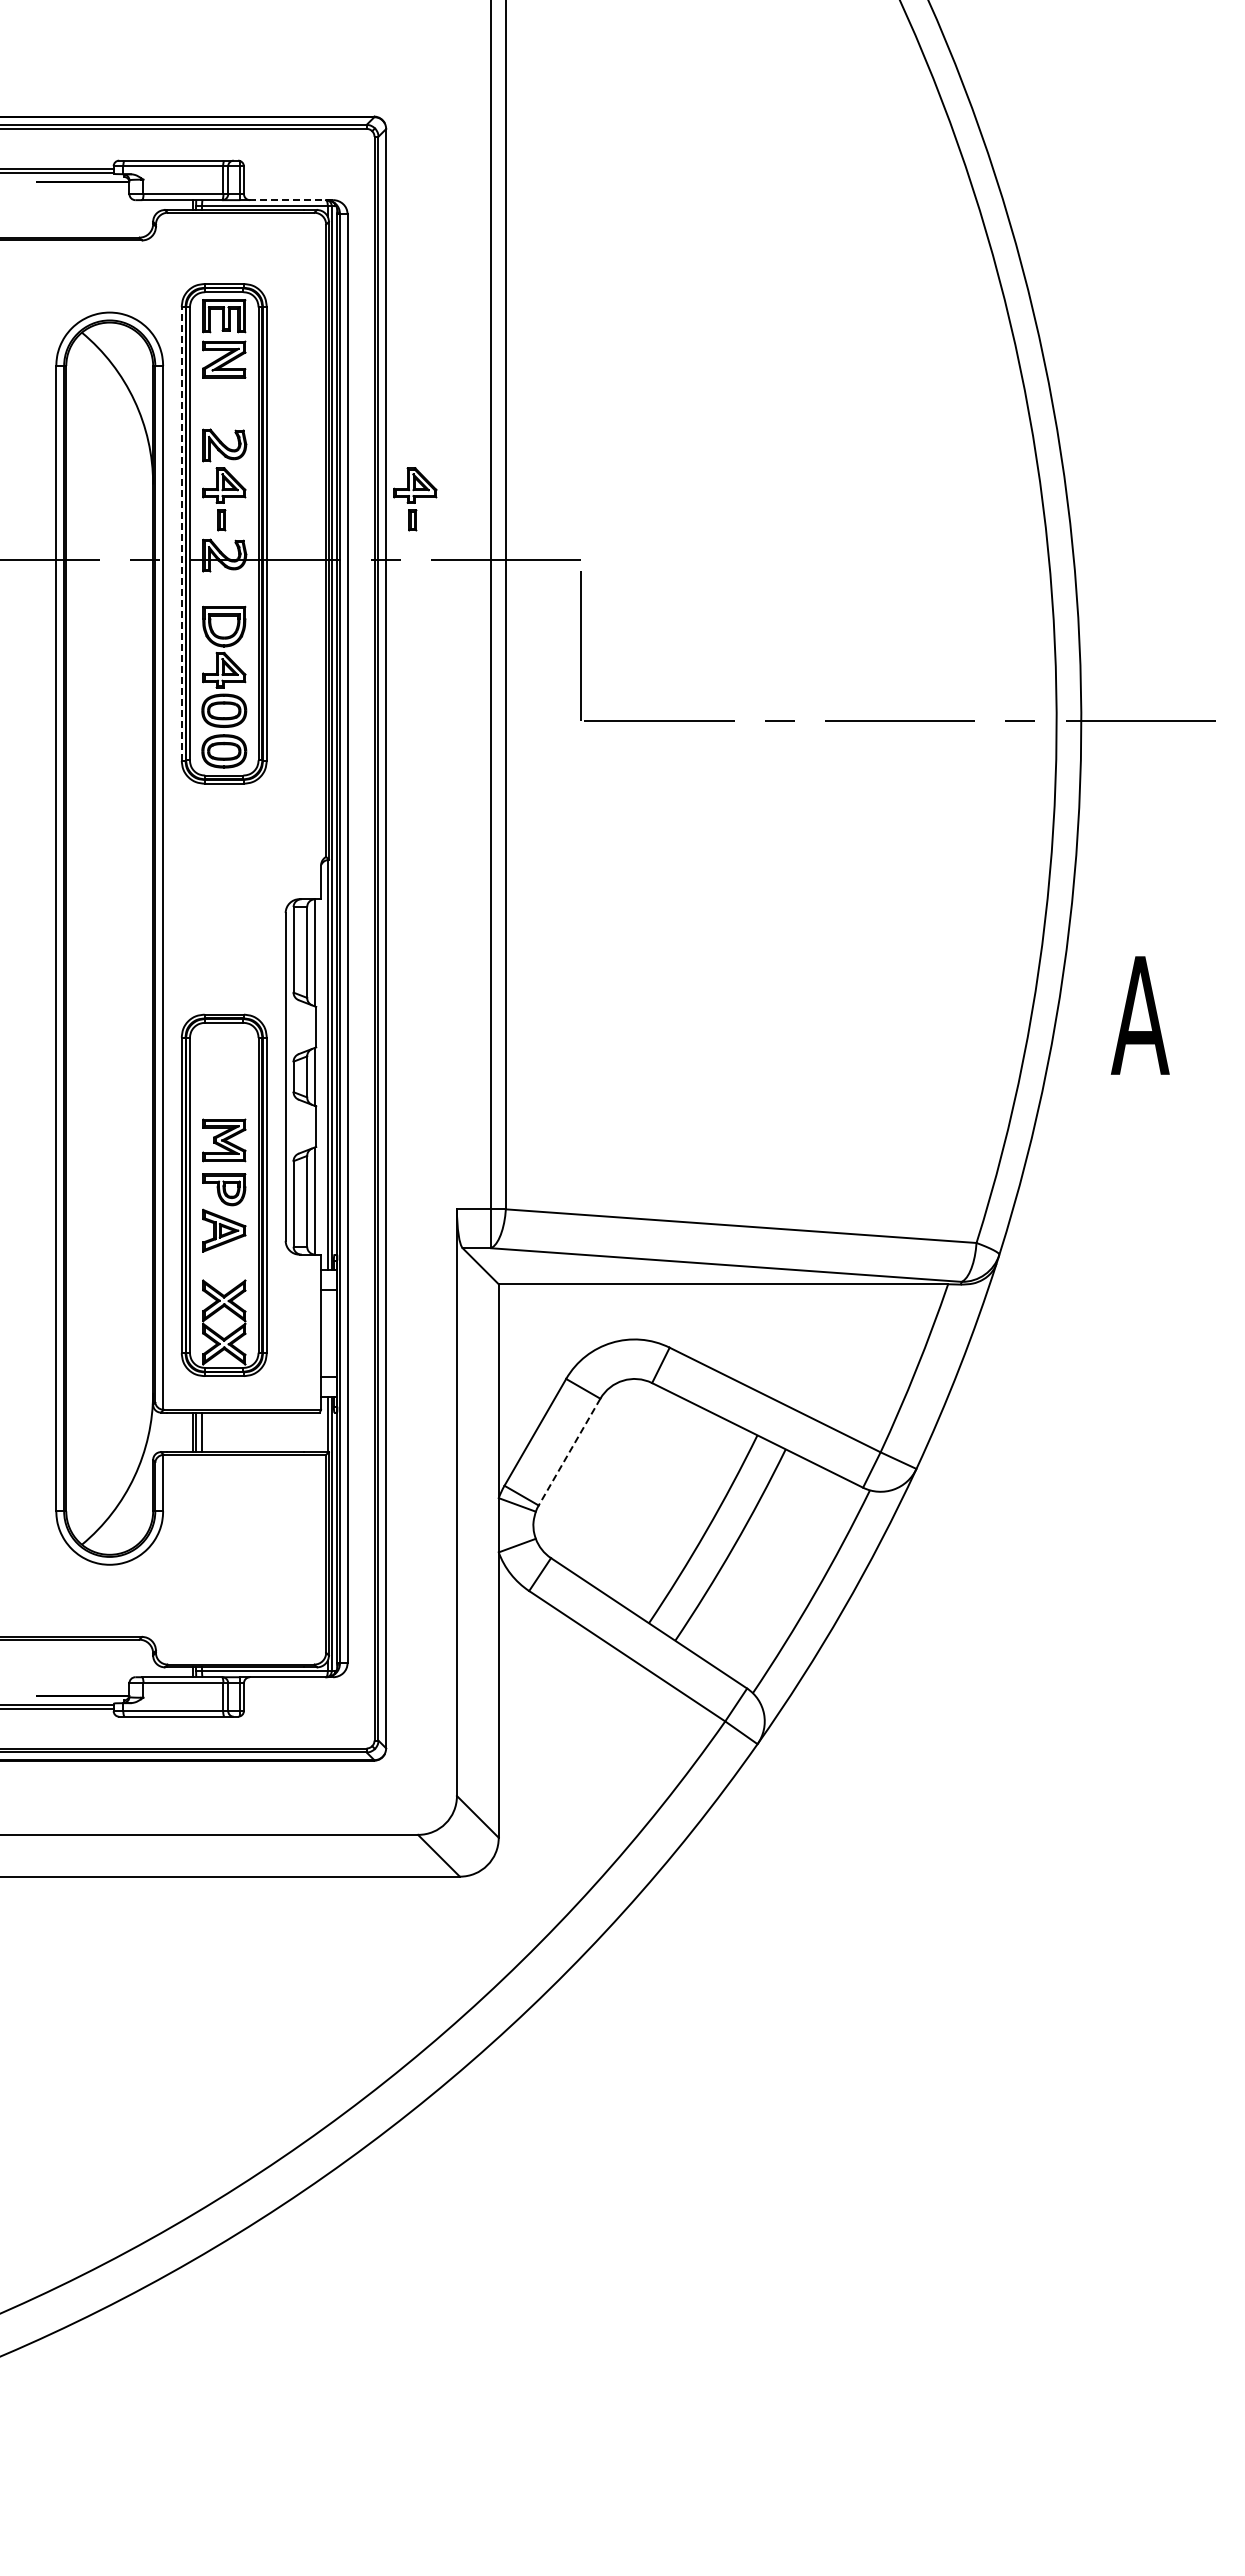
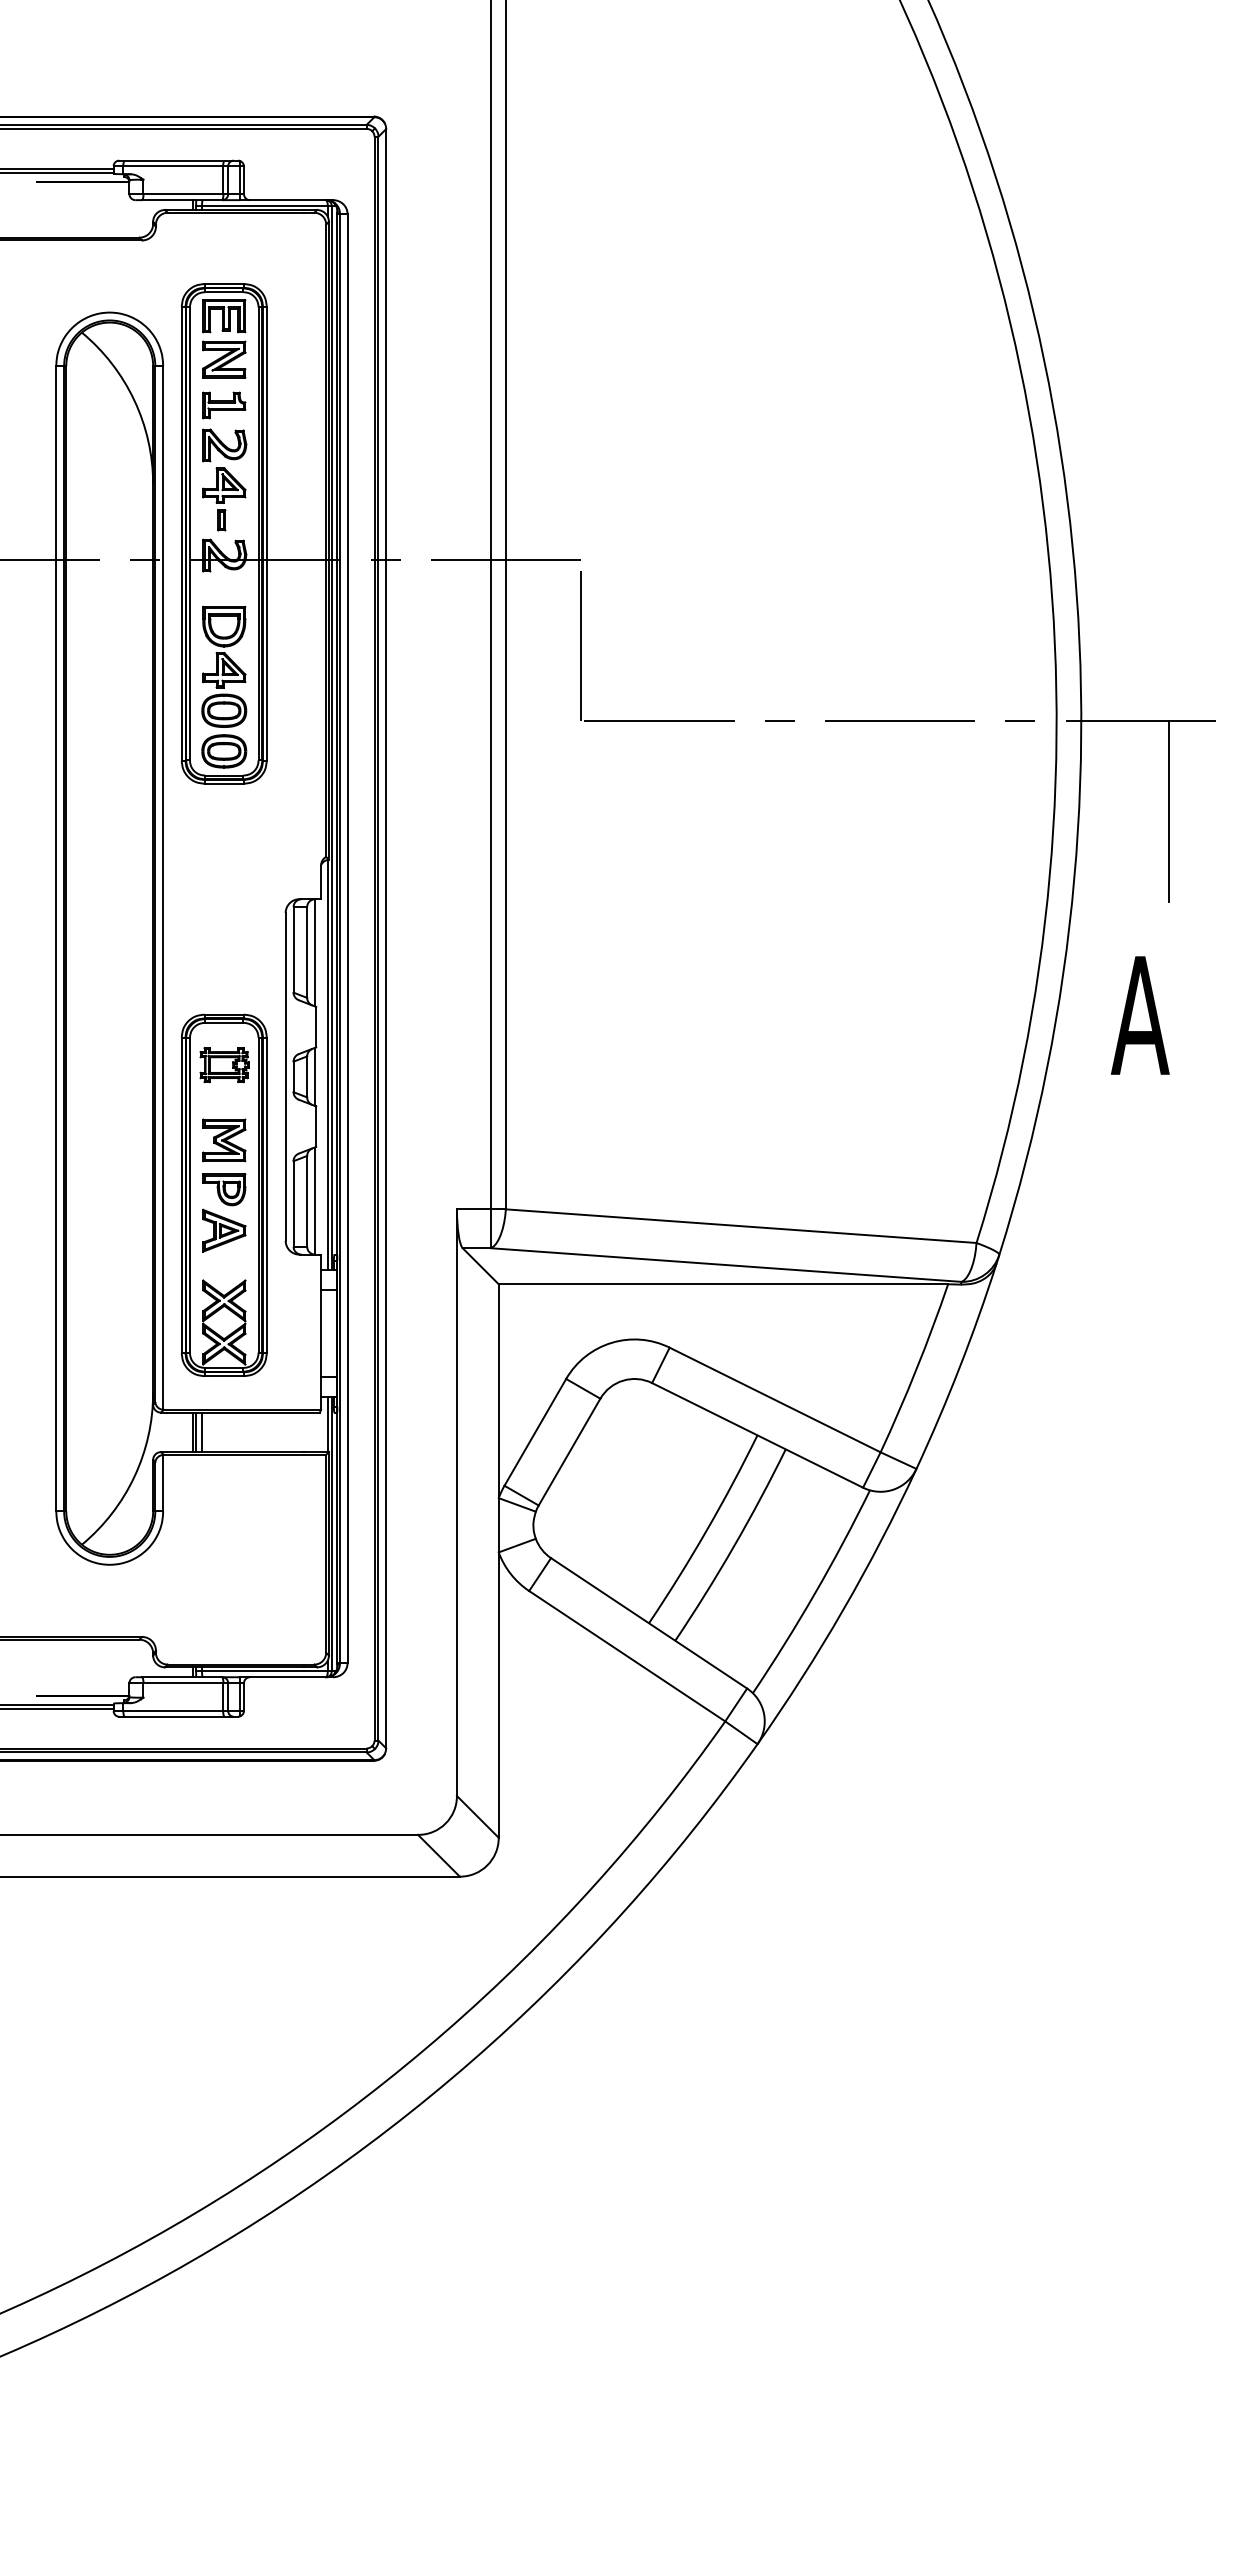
line at (291, 200): dashed -> solid
part at (224, 405): none -> present
part at (415, 499): present -> none
line at (181, 533): dashed -> solid
line at (1168, 811): none -> present
part at (224, 1065): none -> present
line at (569, 1452): dashed -> solid
